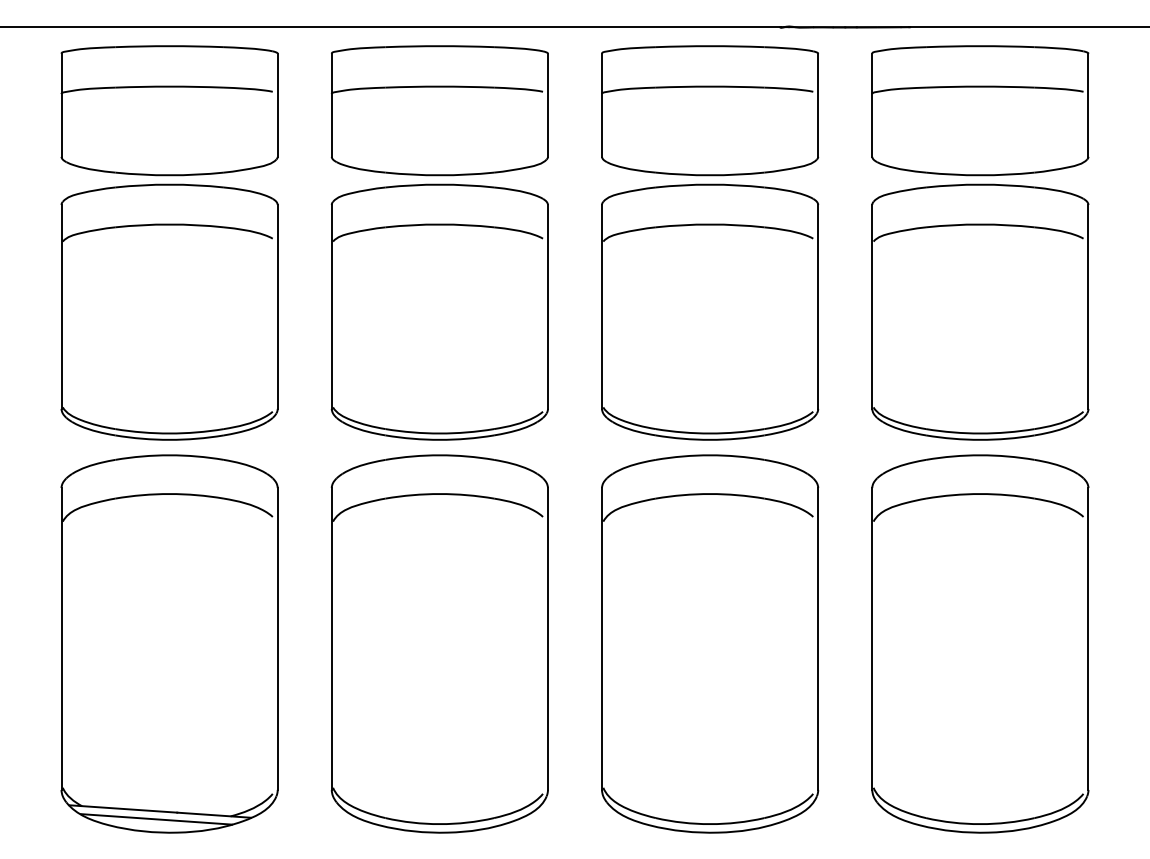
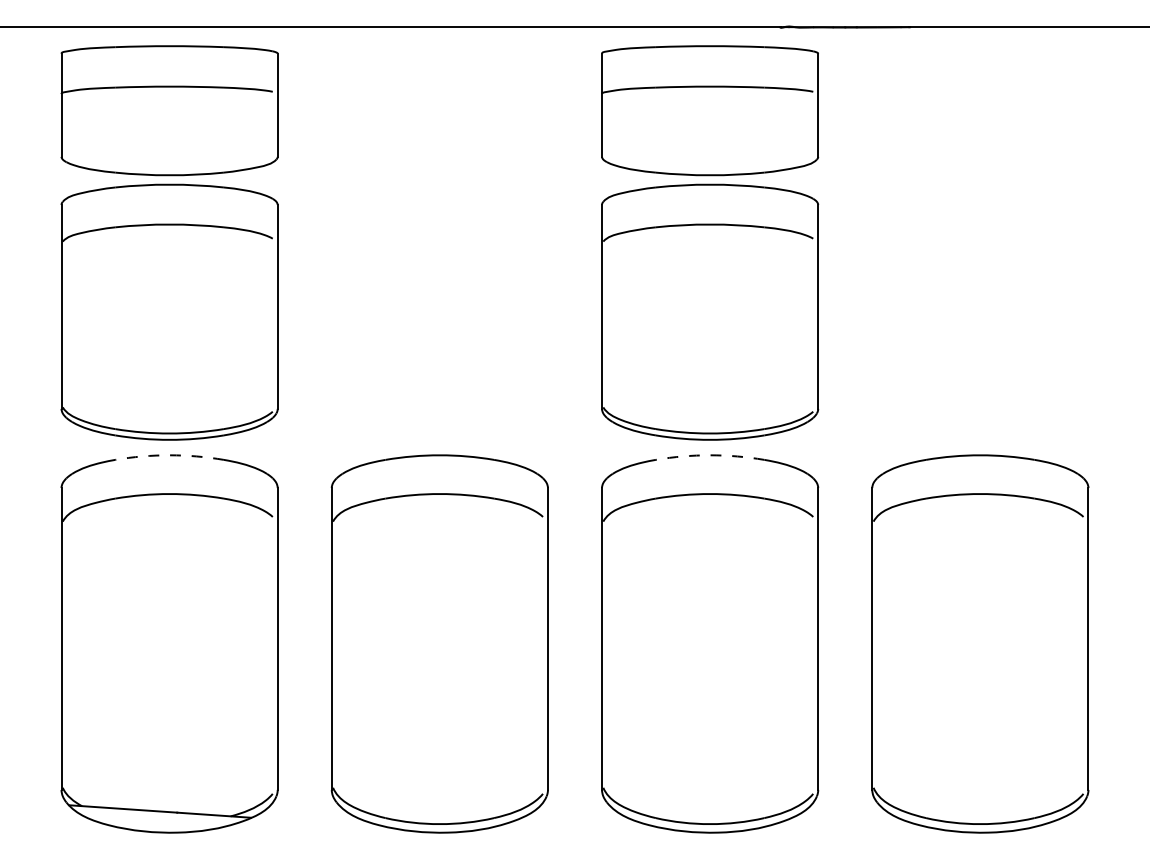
part at (439, 242): present -> none
part at (980, 242): present -> none
arc at (169, 455): solid -> dashed
arc at (710, 455): solid -> dashed
line at (156, 819): present -> none
